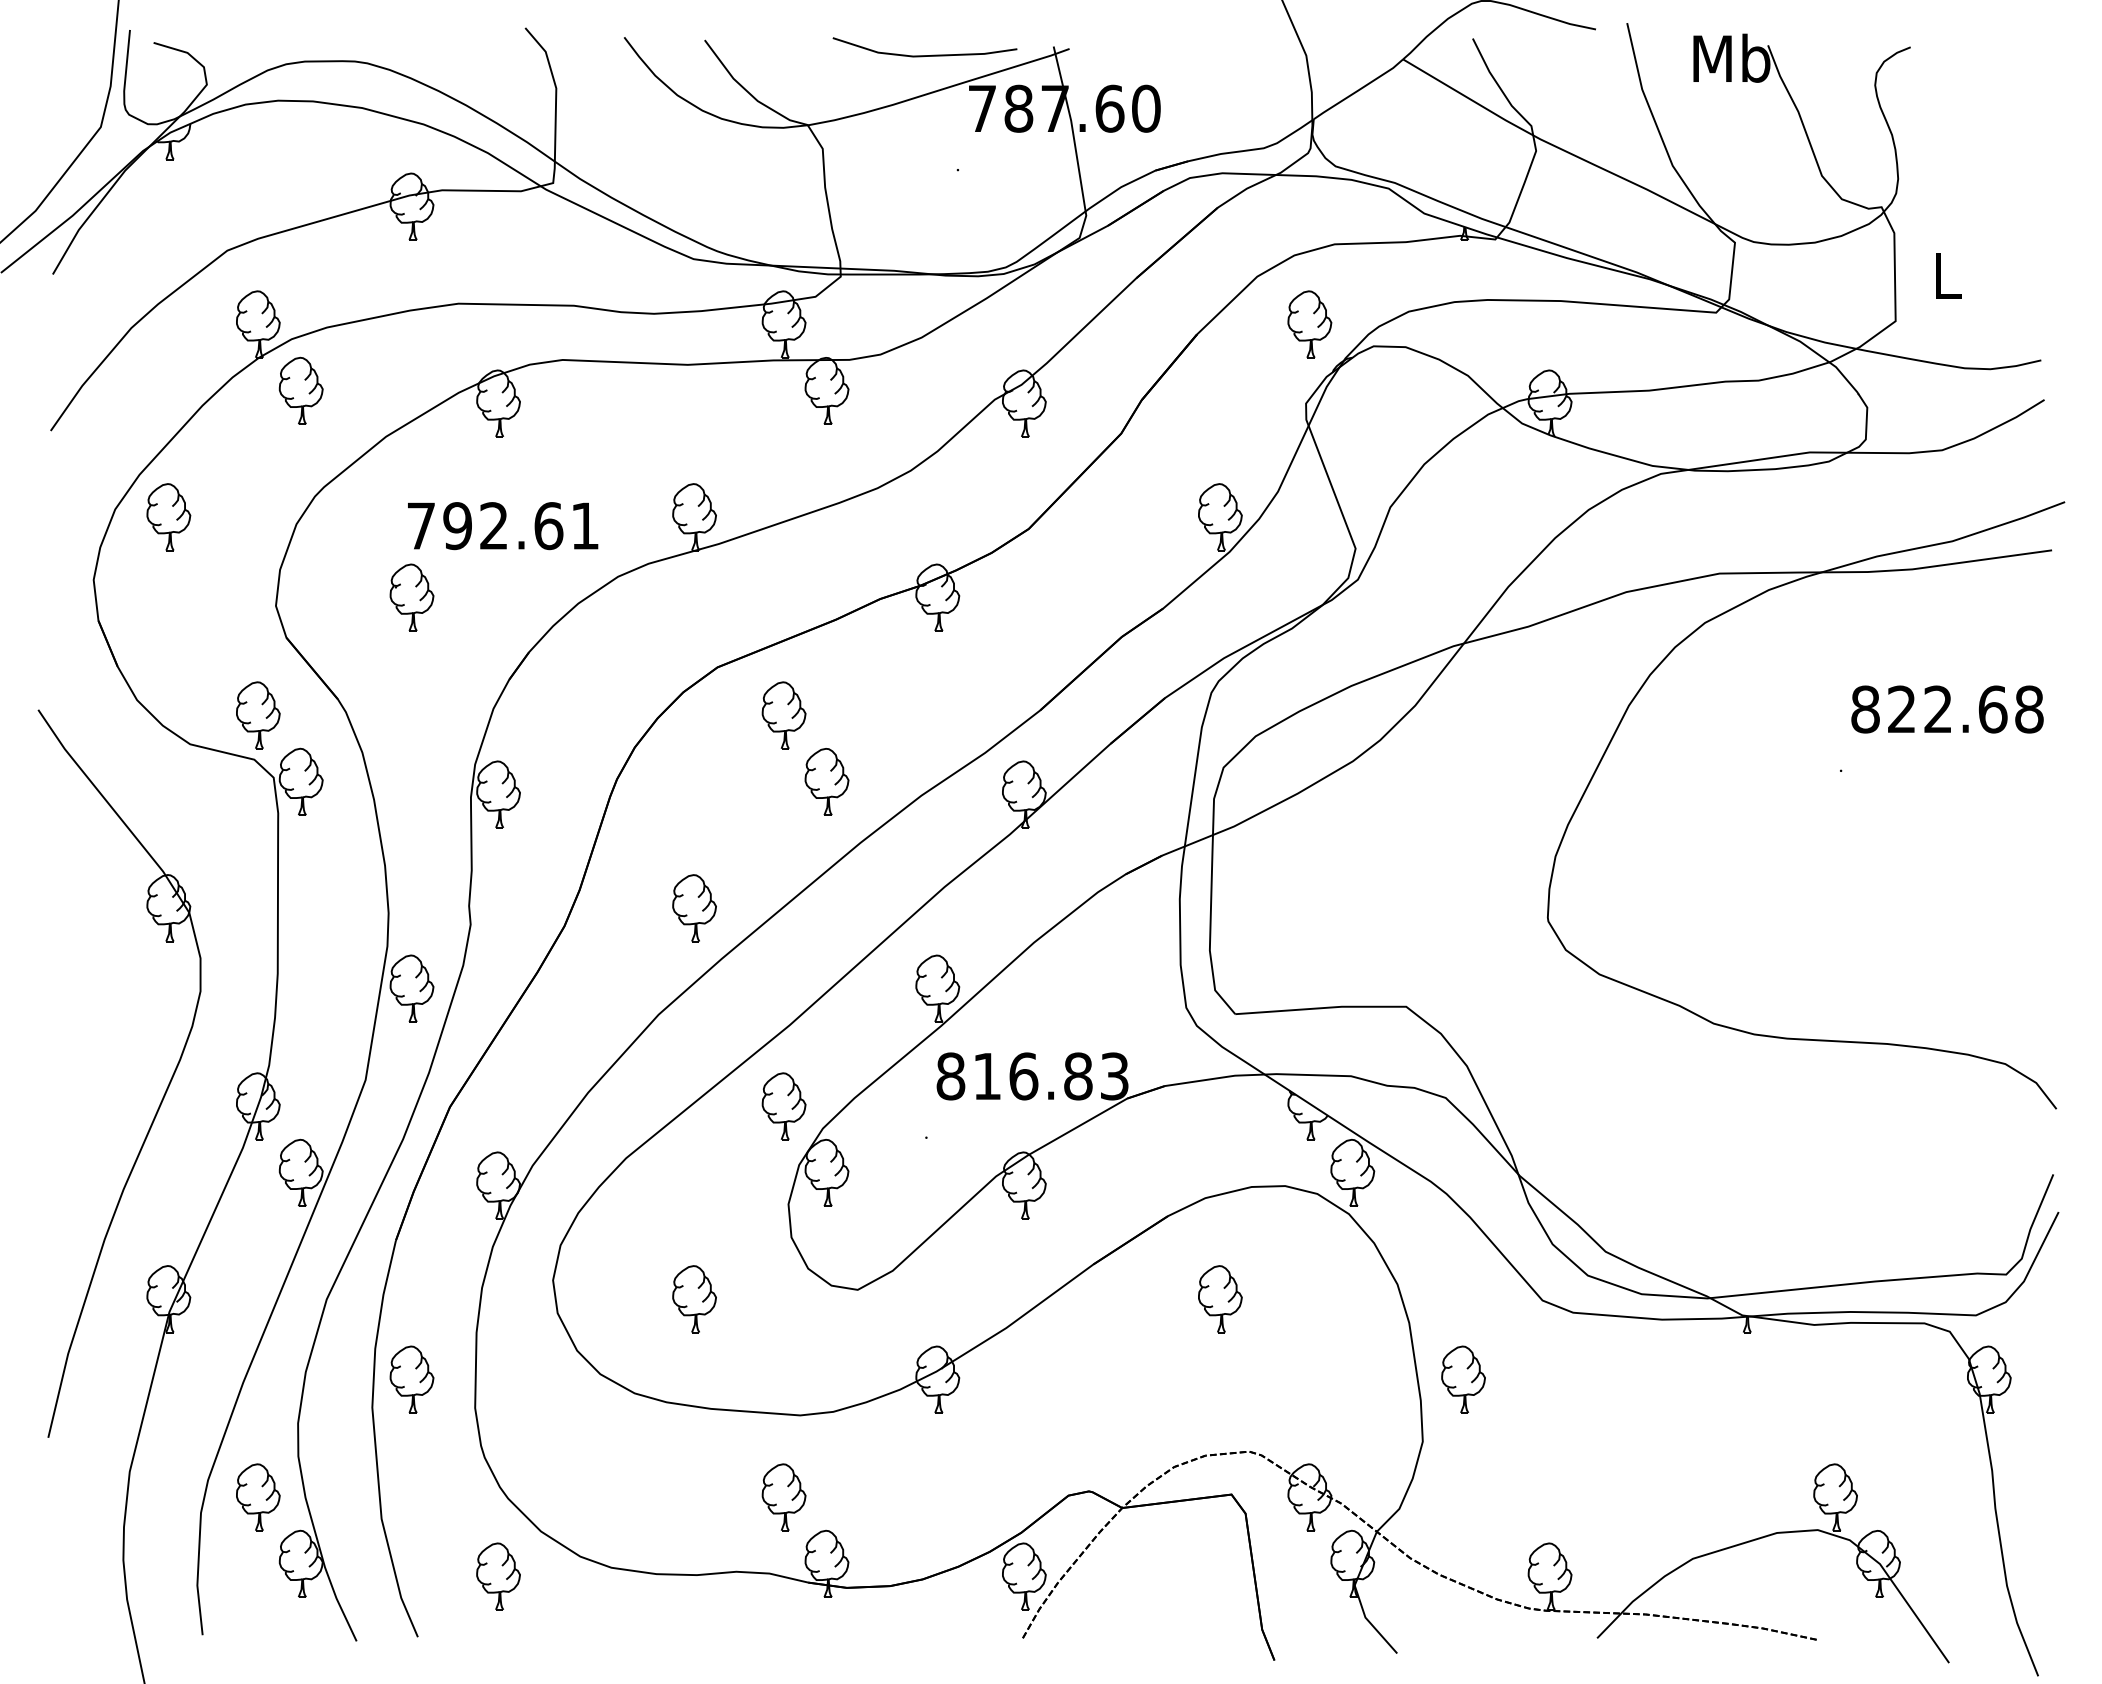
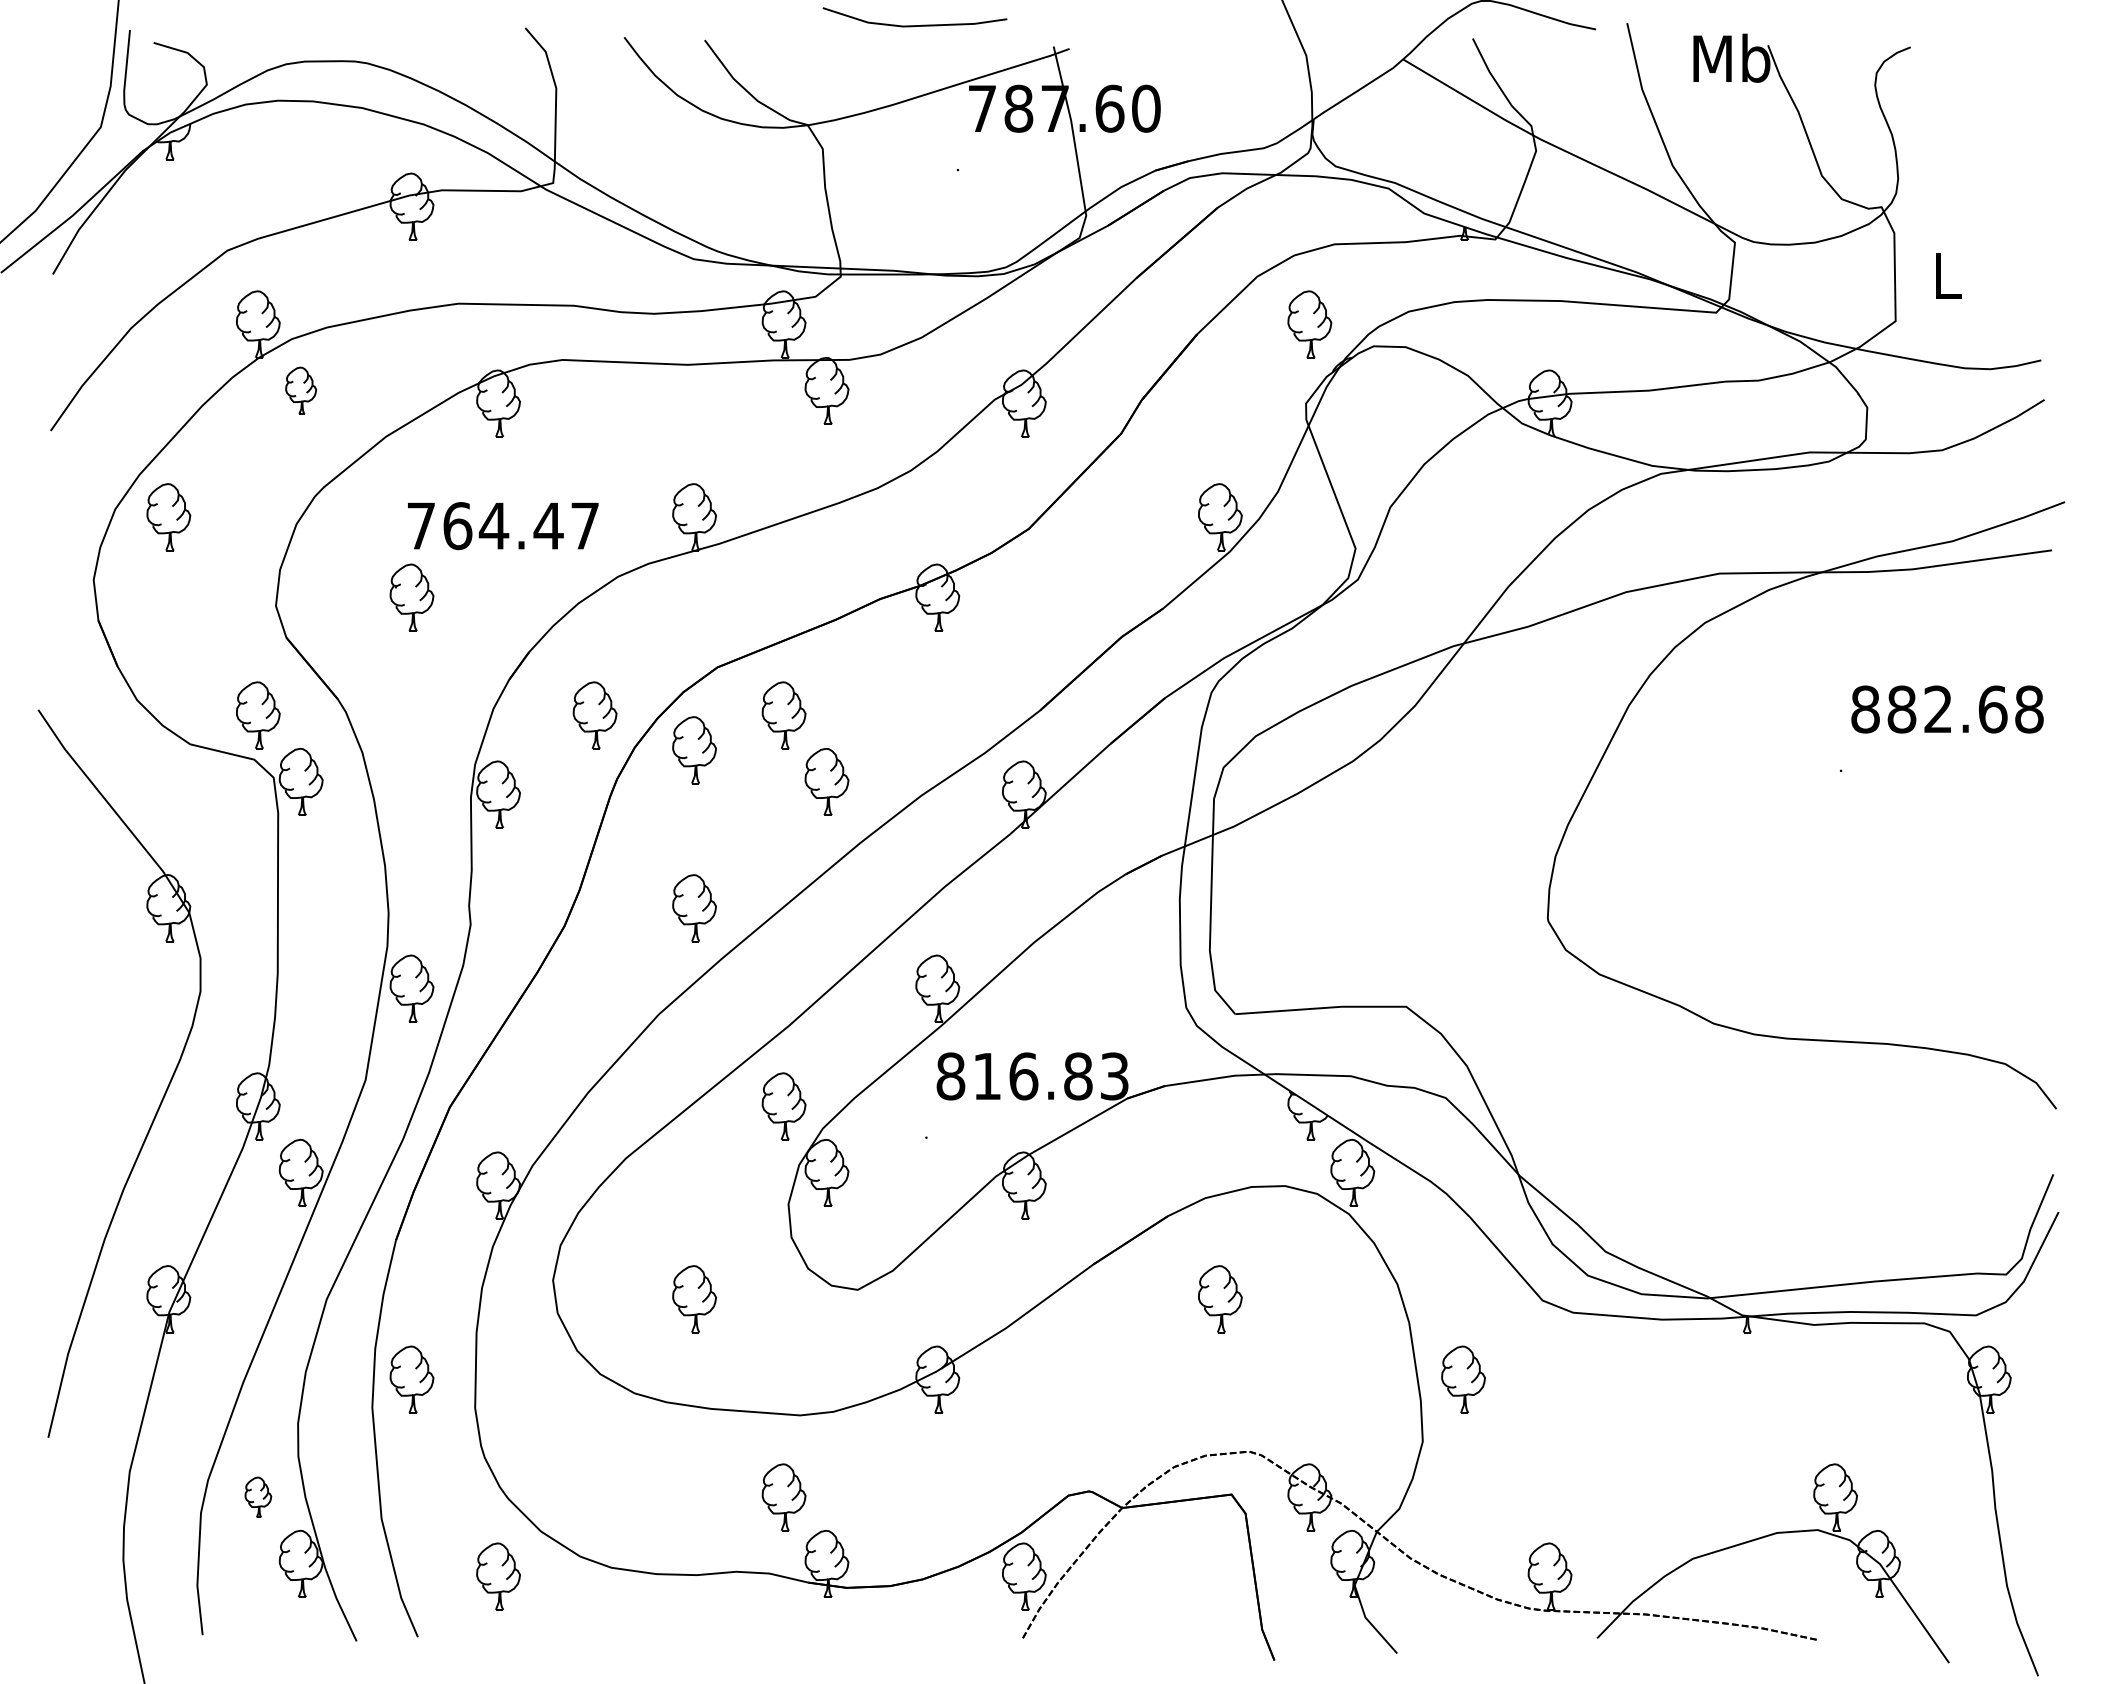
line at (924, 55) position: (924, 55) -> (914, 25)
part at (300, 390) size: 46x69 px -> 33x49 px
text at (520, 526): 792.61 -> 764.47
text at (1901, 709): 822.68 -> 882.68
part at (594, 715): none -> present
part at (694, 750): none -> present
part at (258, 1497) size: 45x69 px -> 29x42 px
